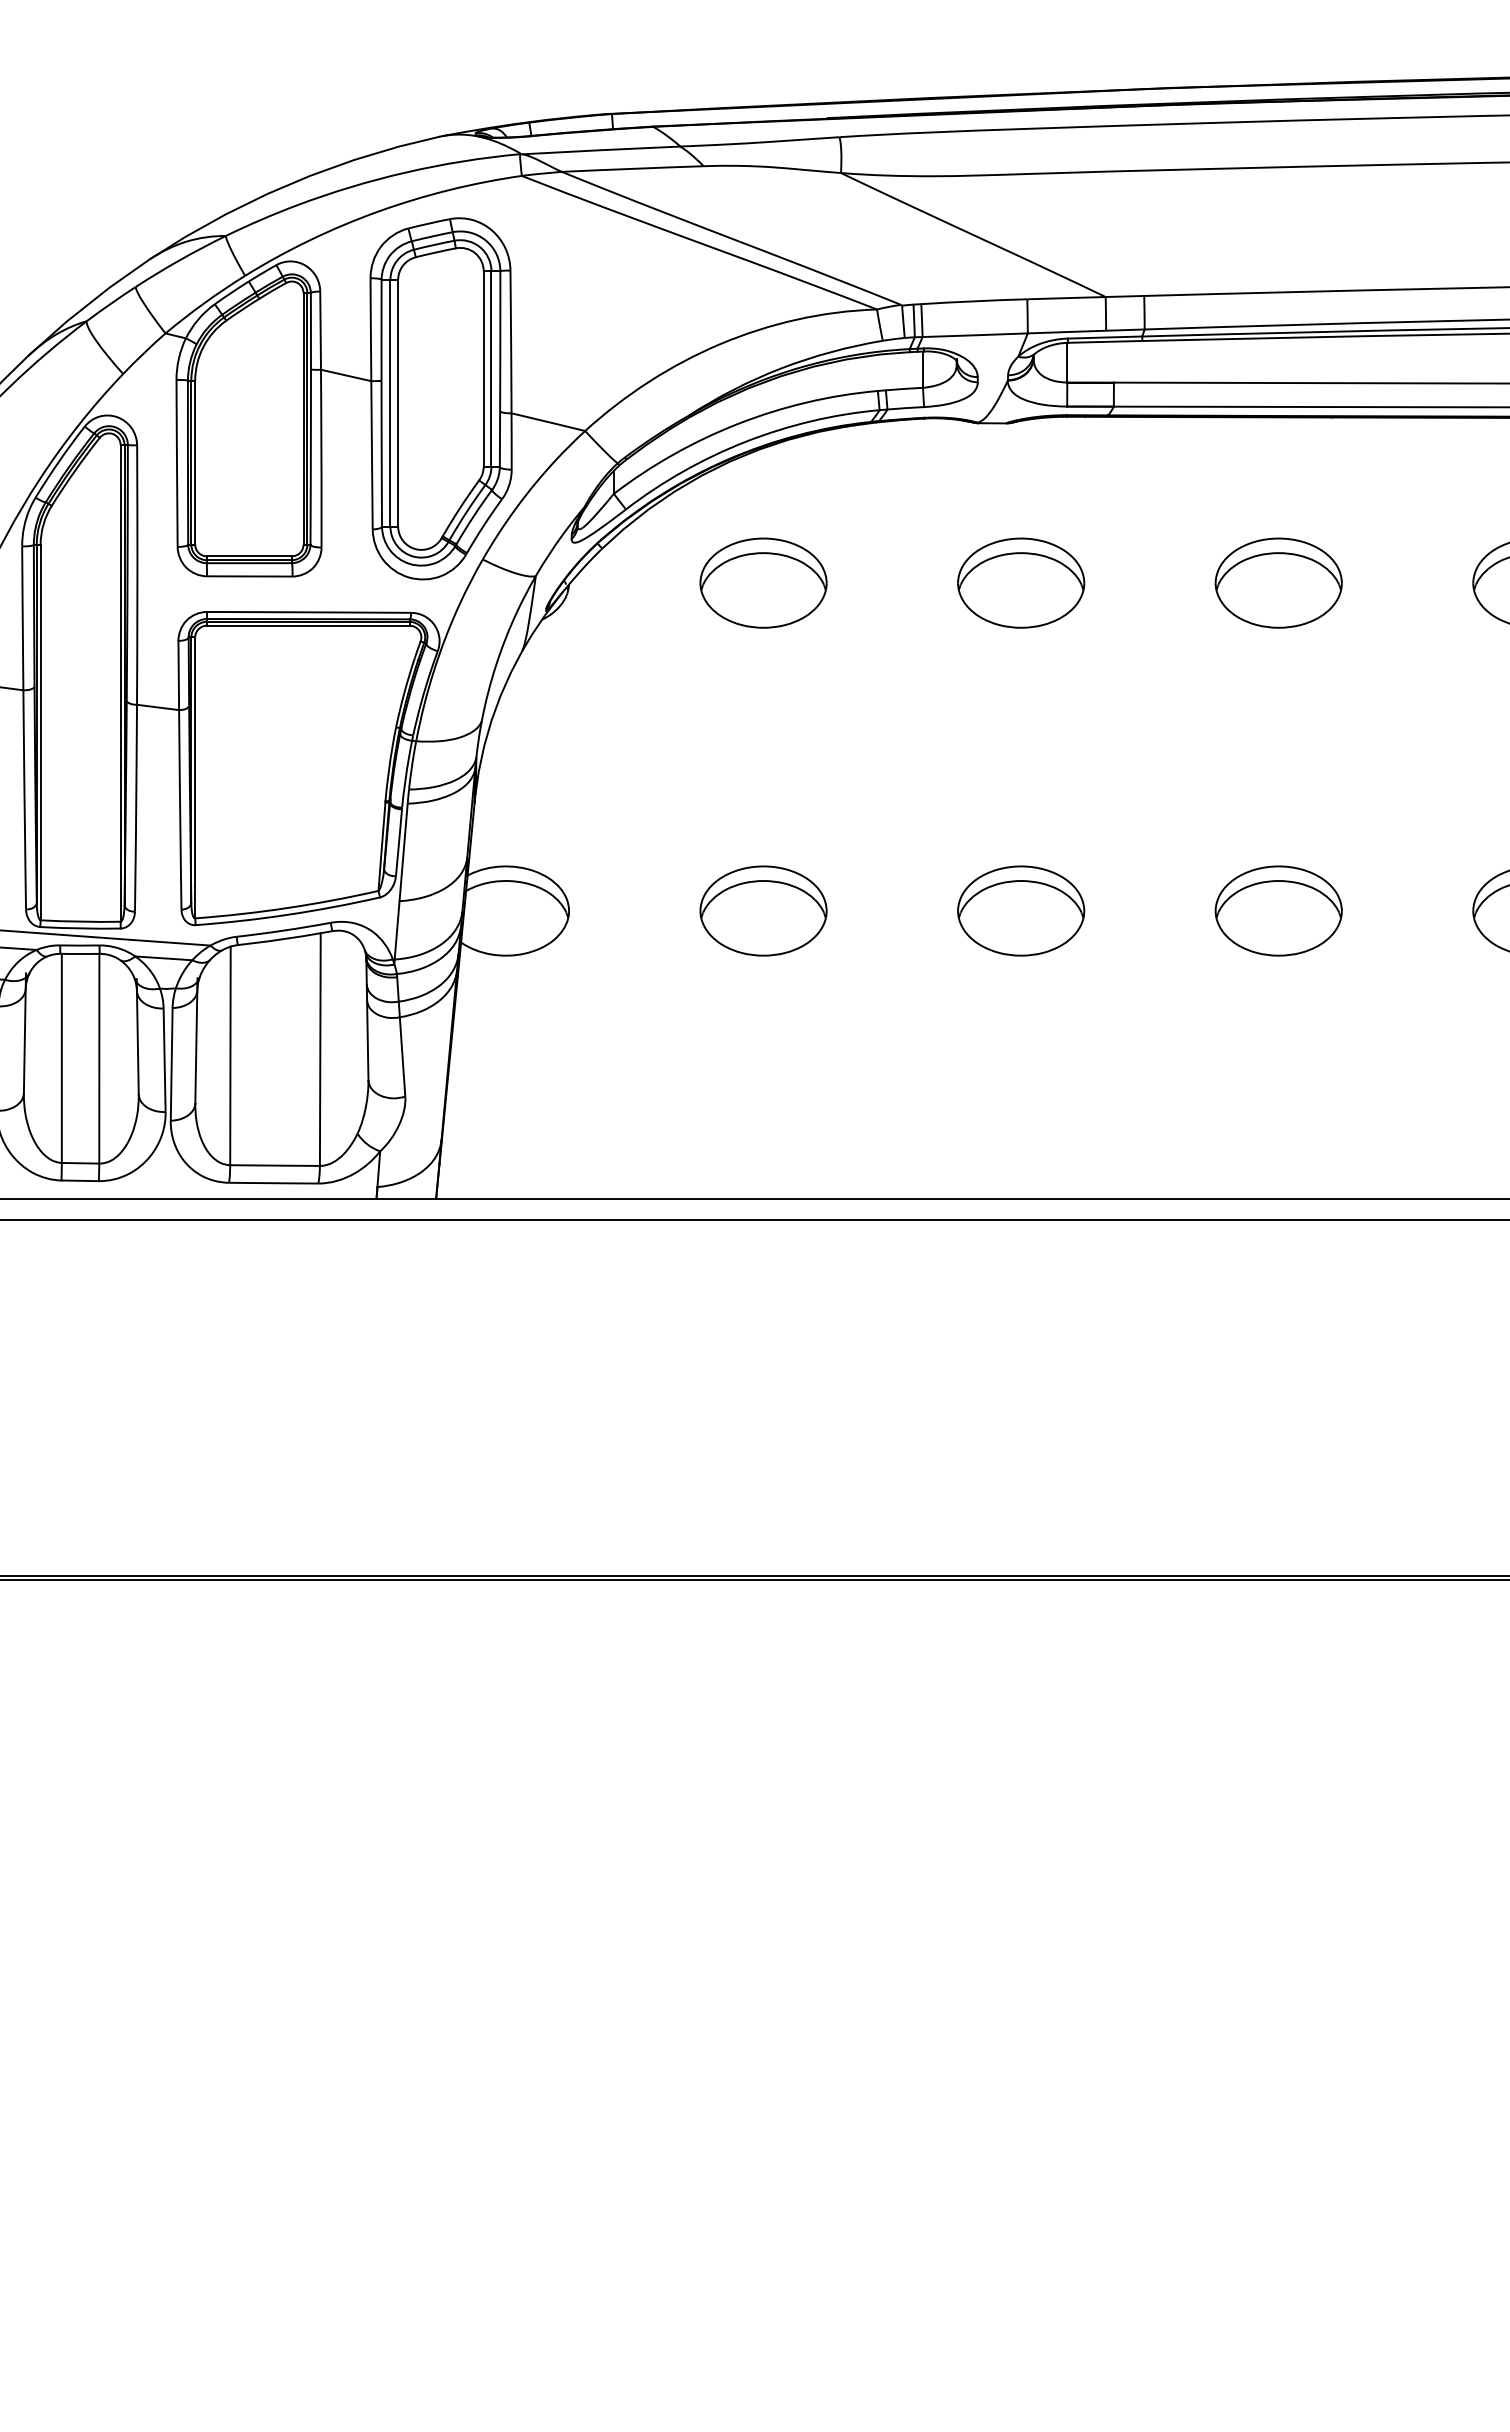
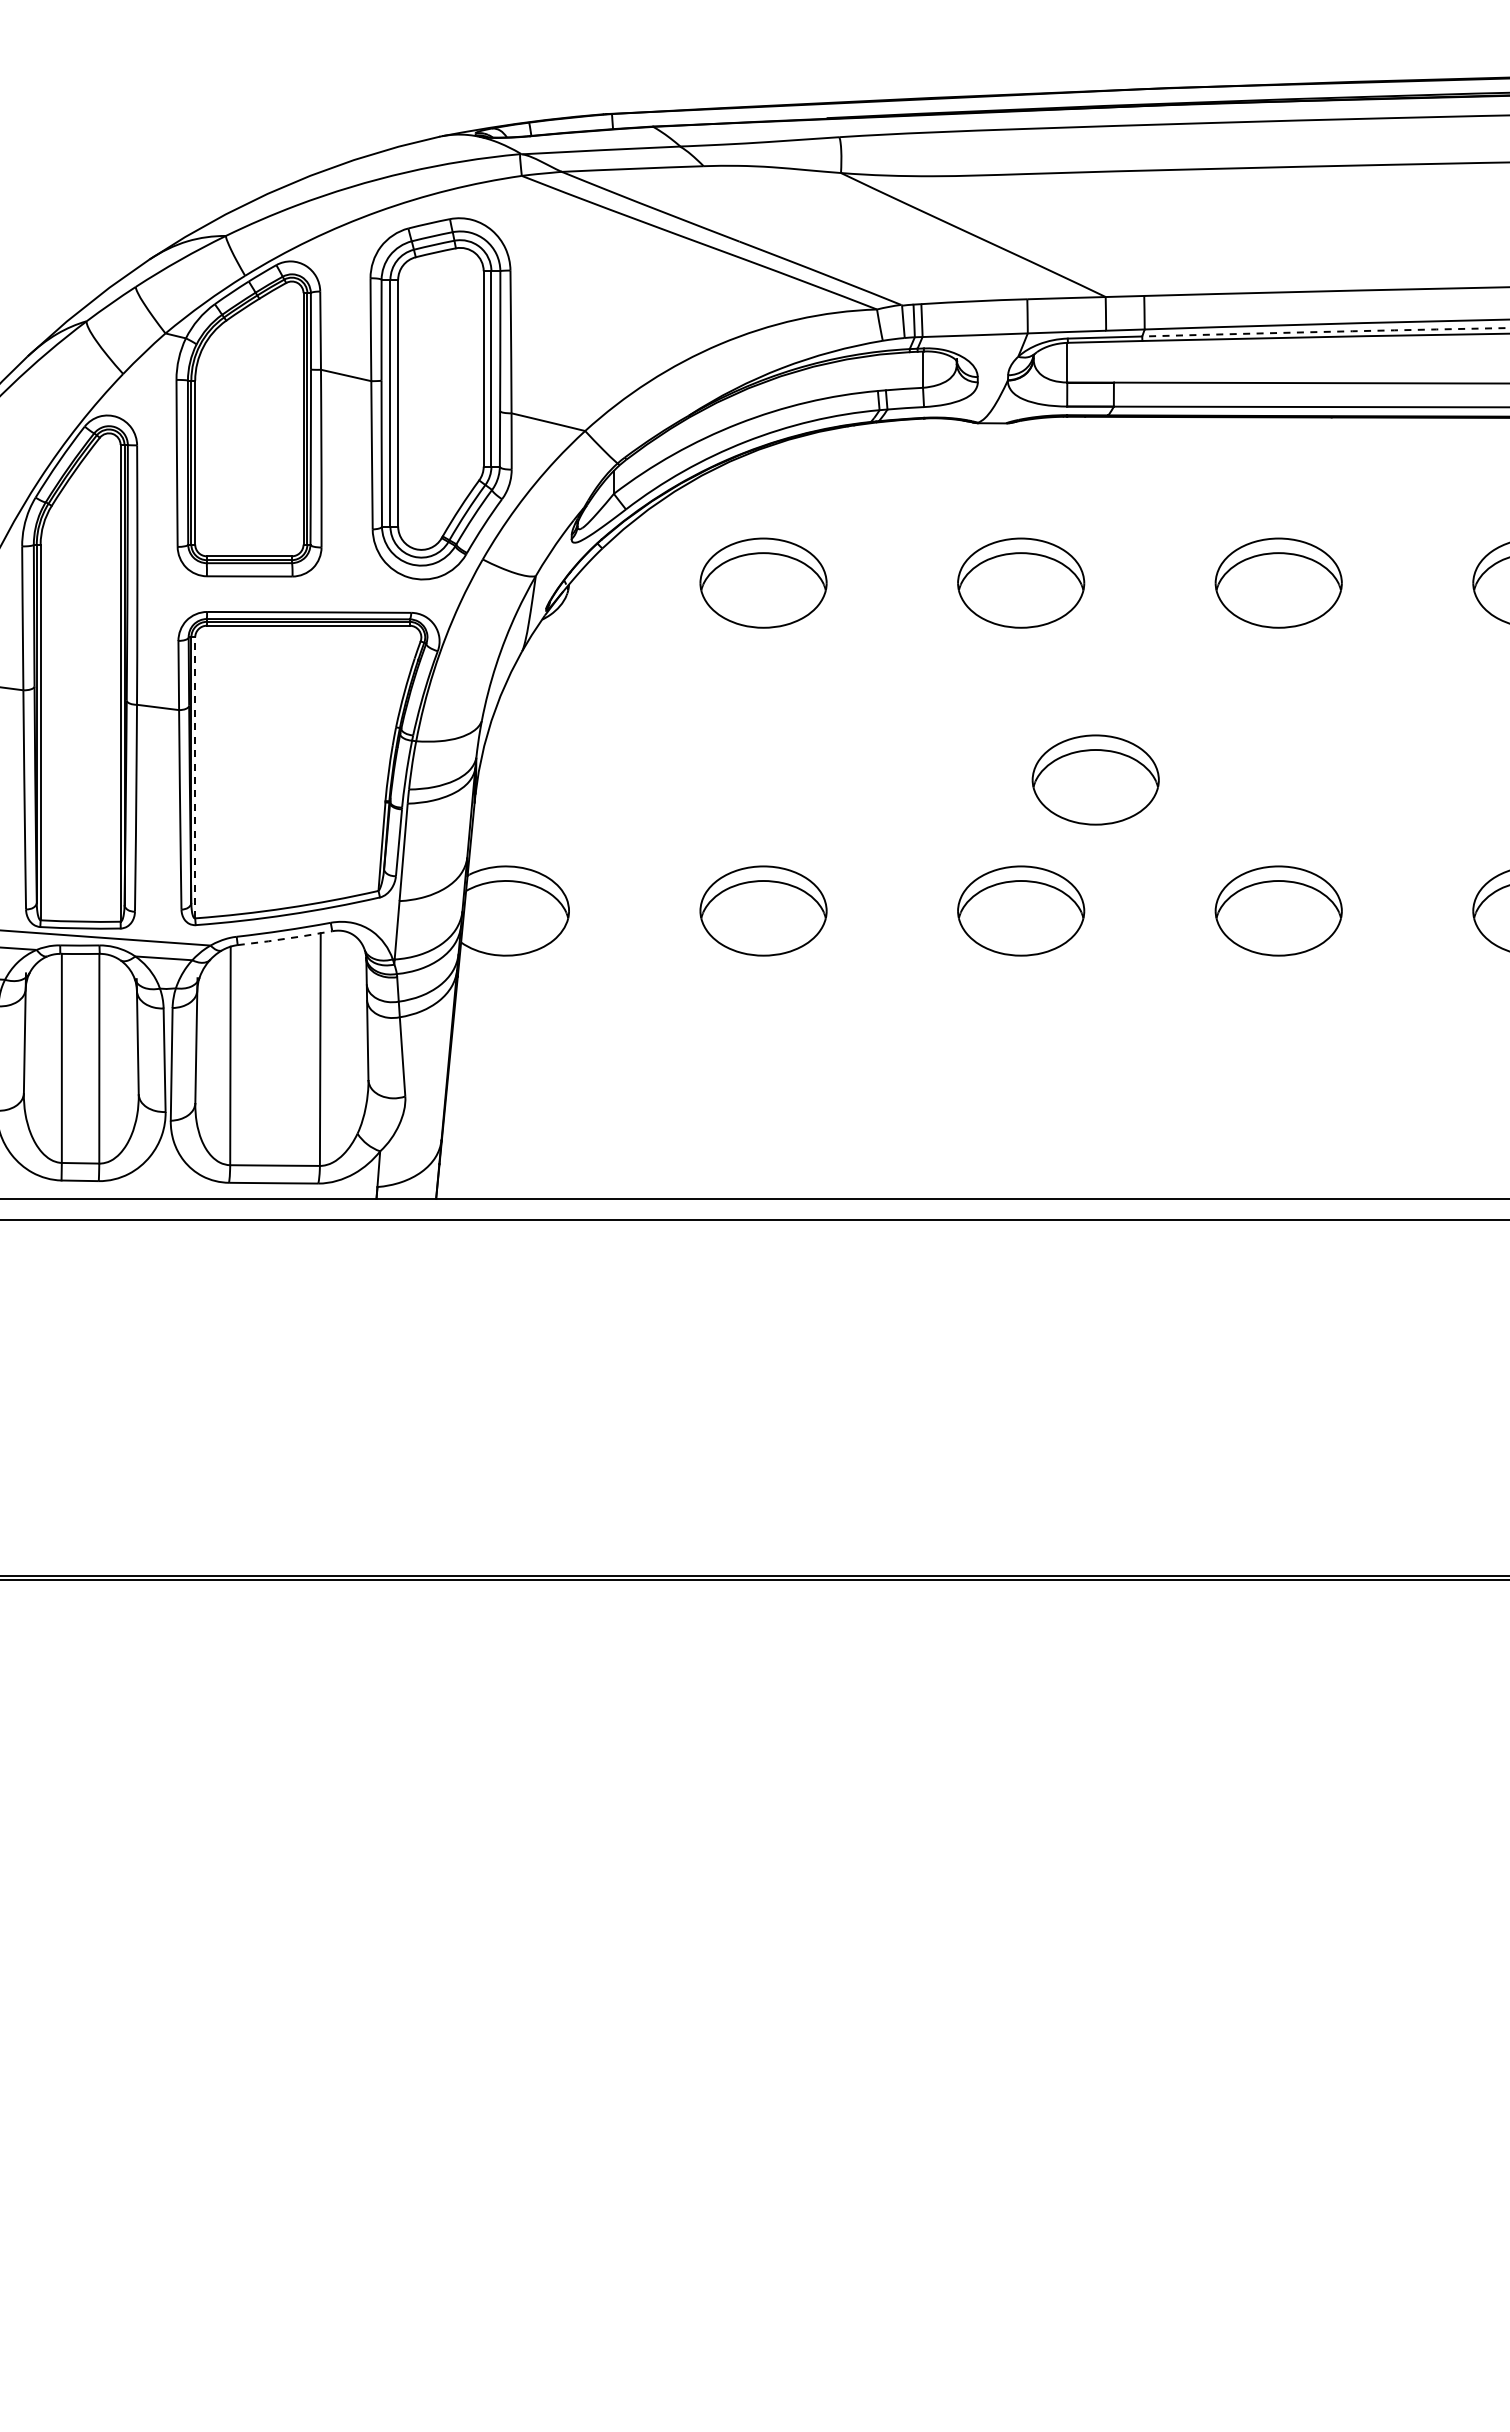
arc at (1325, 331): solid -> dashed
line at (195, 777): solid -> dashed
part at (1095, 779): none -> present
line at (286, 938): solid -> dashed
